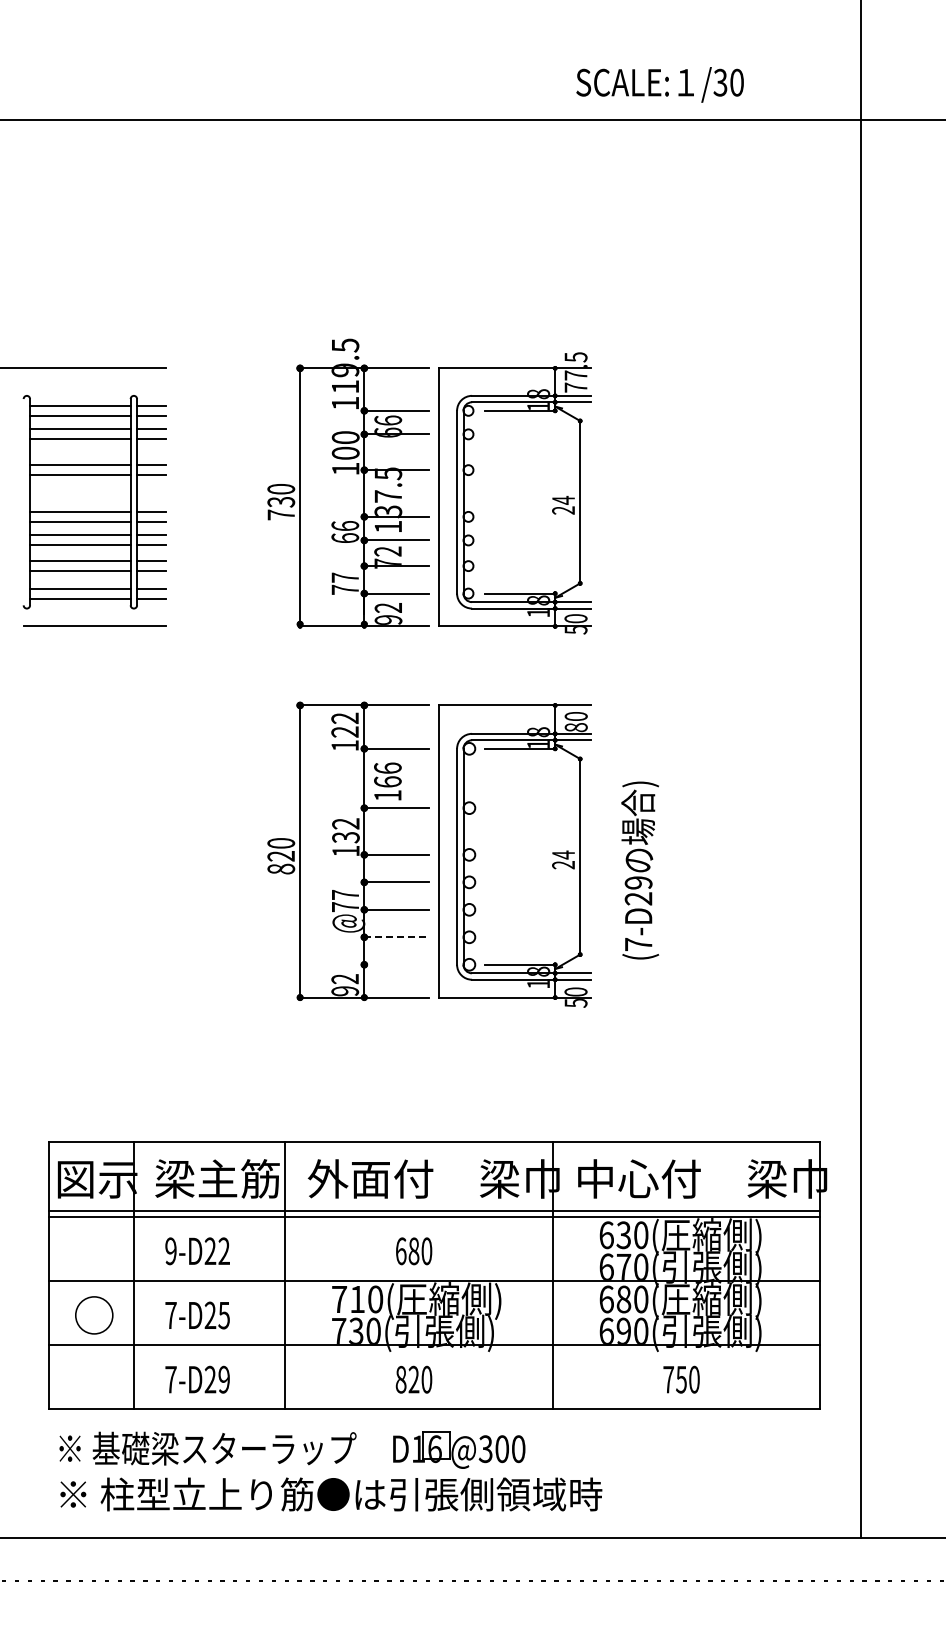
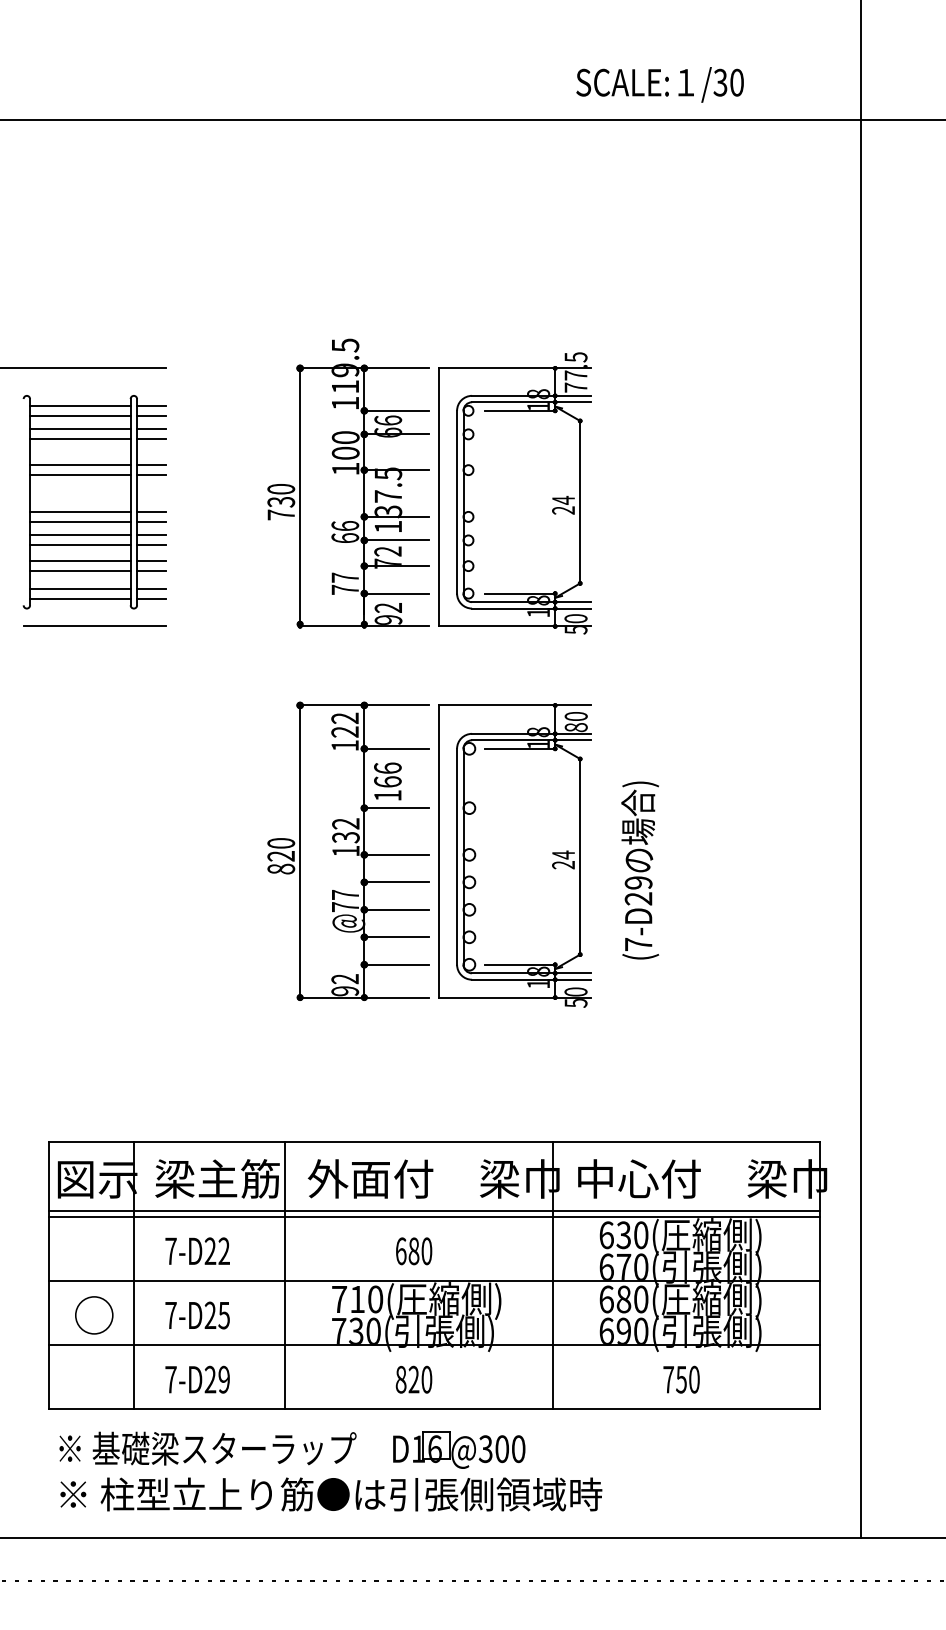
line at (396, 937): dashed -> solid
line at (396, 964): none -> present
text at (170, 1251): 9-D22 -> 7-D22
